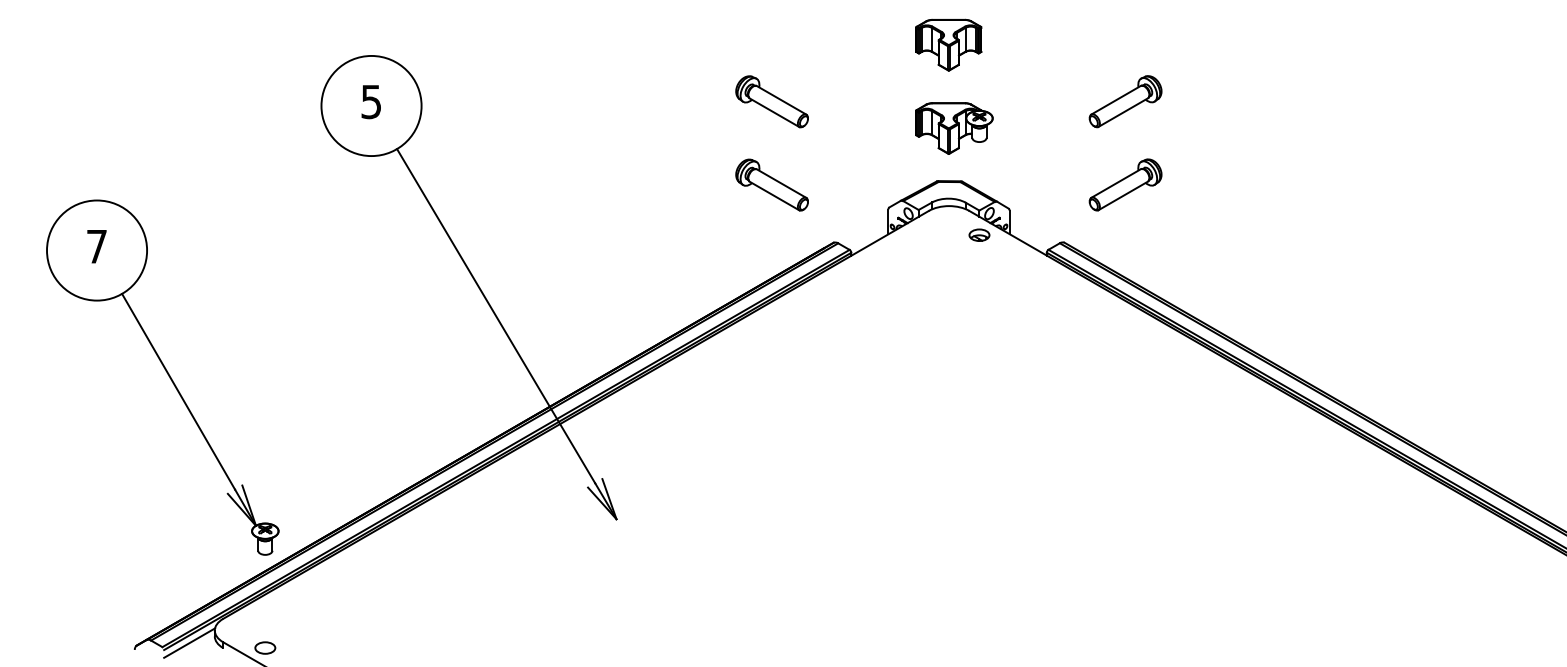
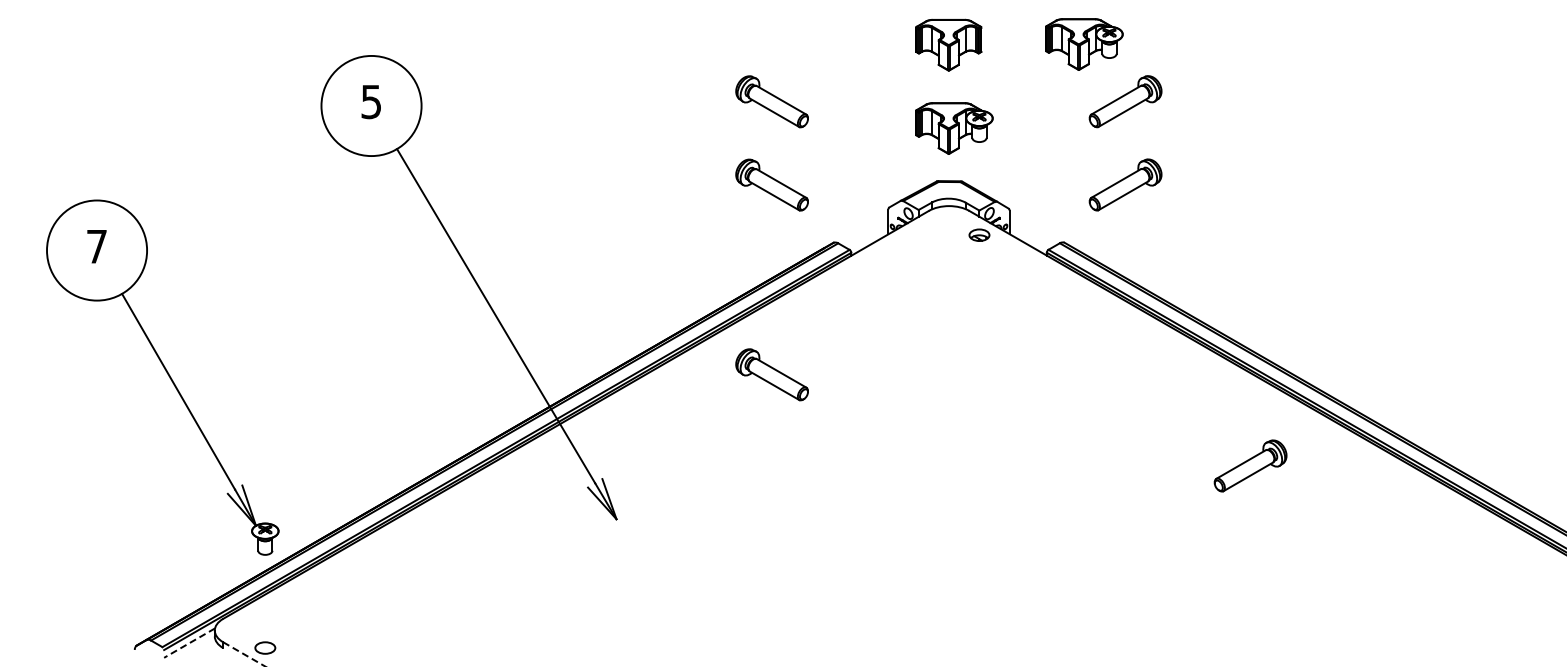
part at (1084, 44): none -> present
part at (771, 374): none -> present
part at (1250, 465): none -> present
line at (189, 643): solid -> dashed
line at (244, 654): solid -> dashed
